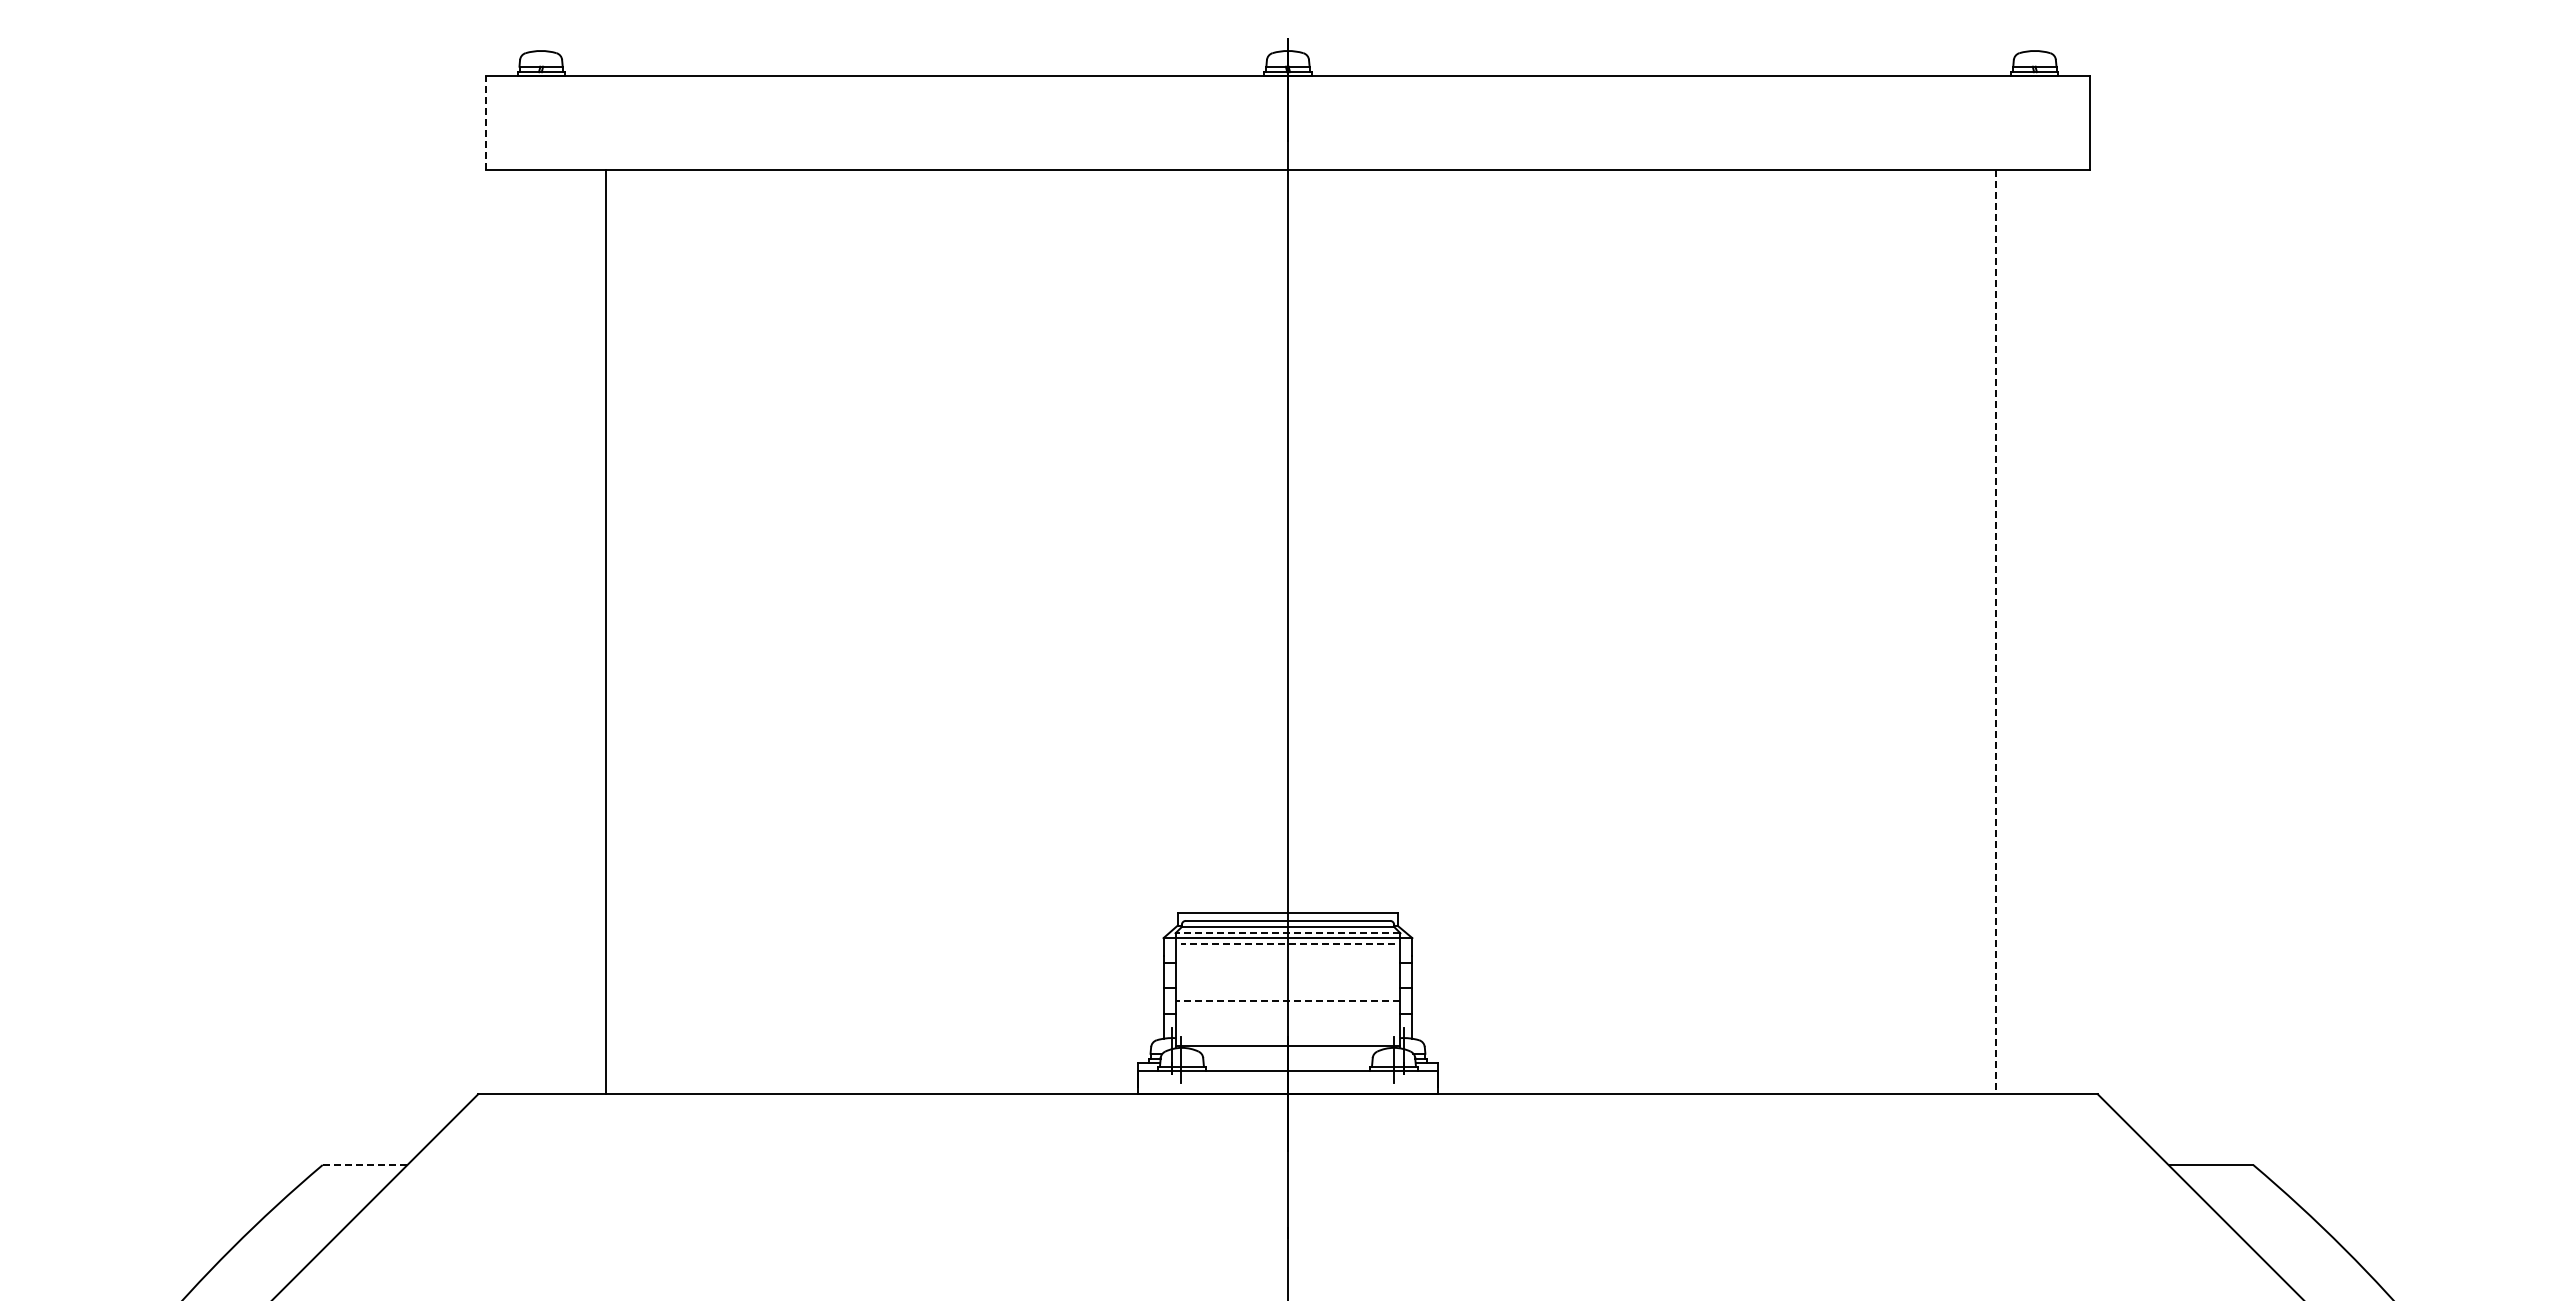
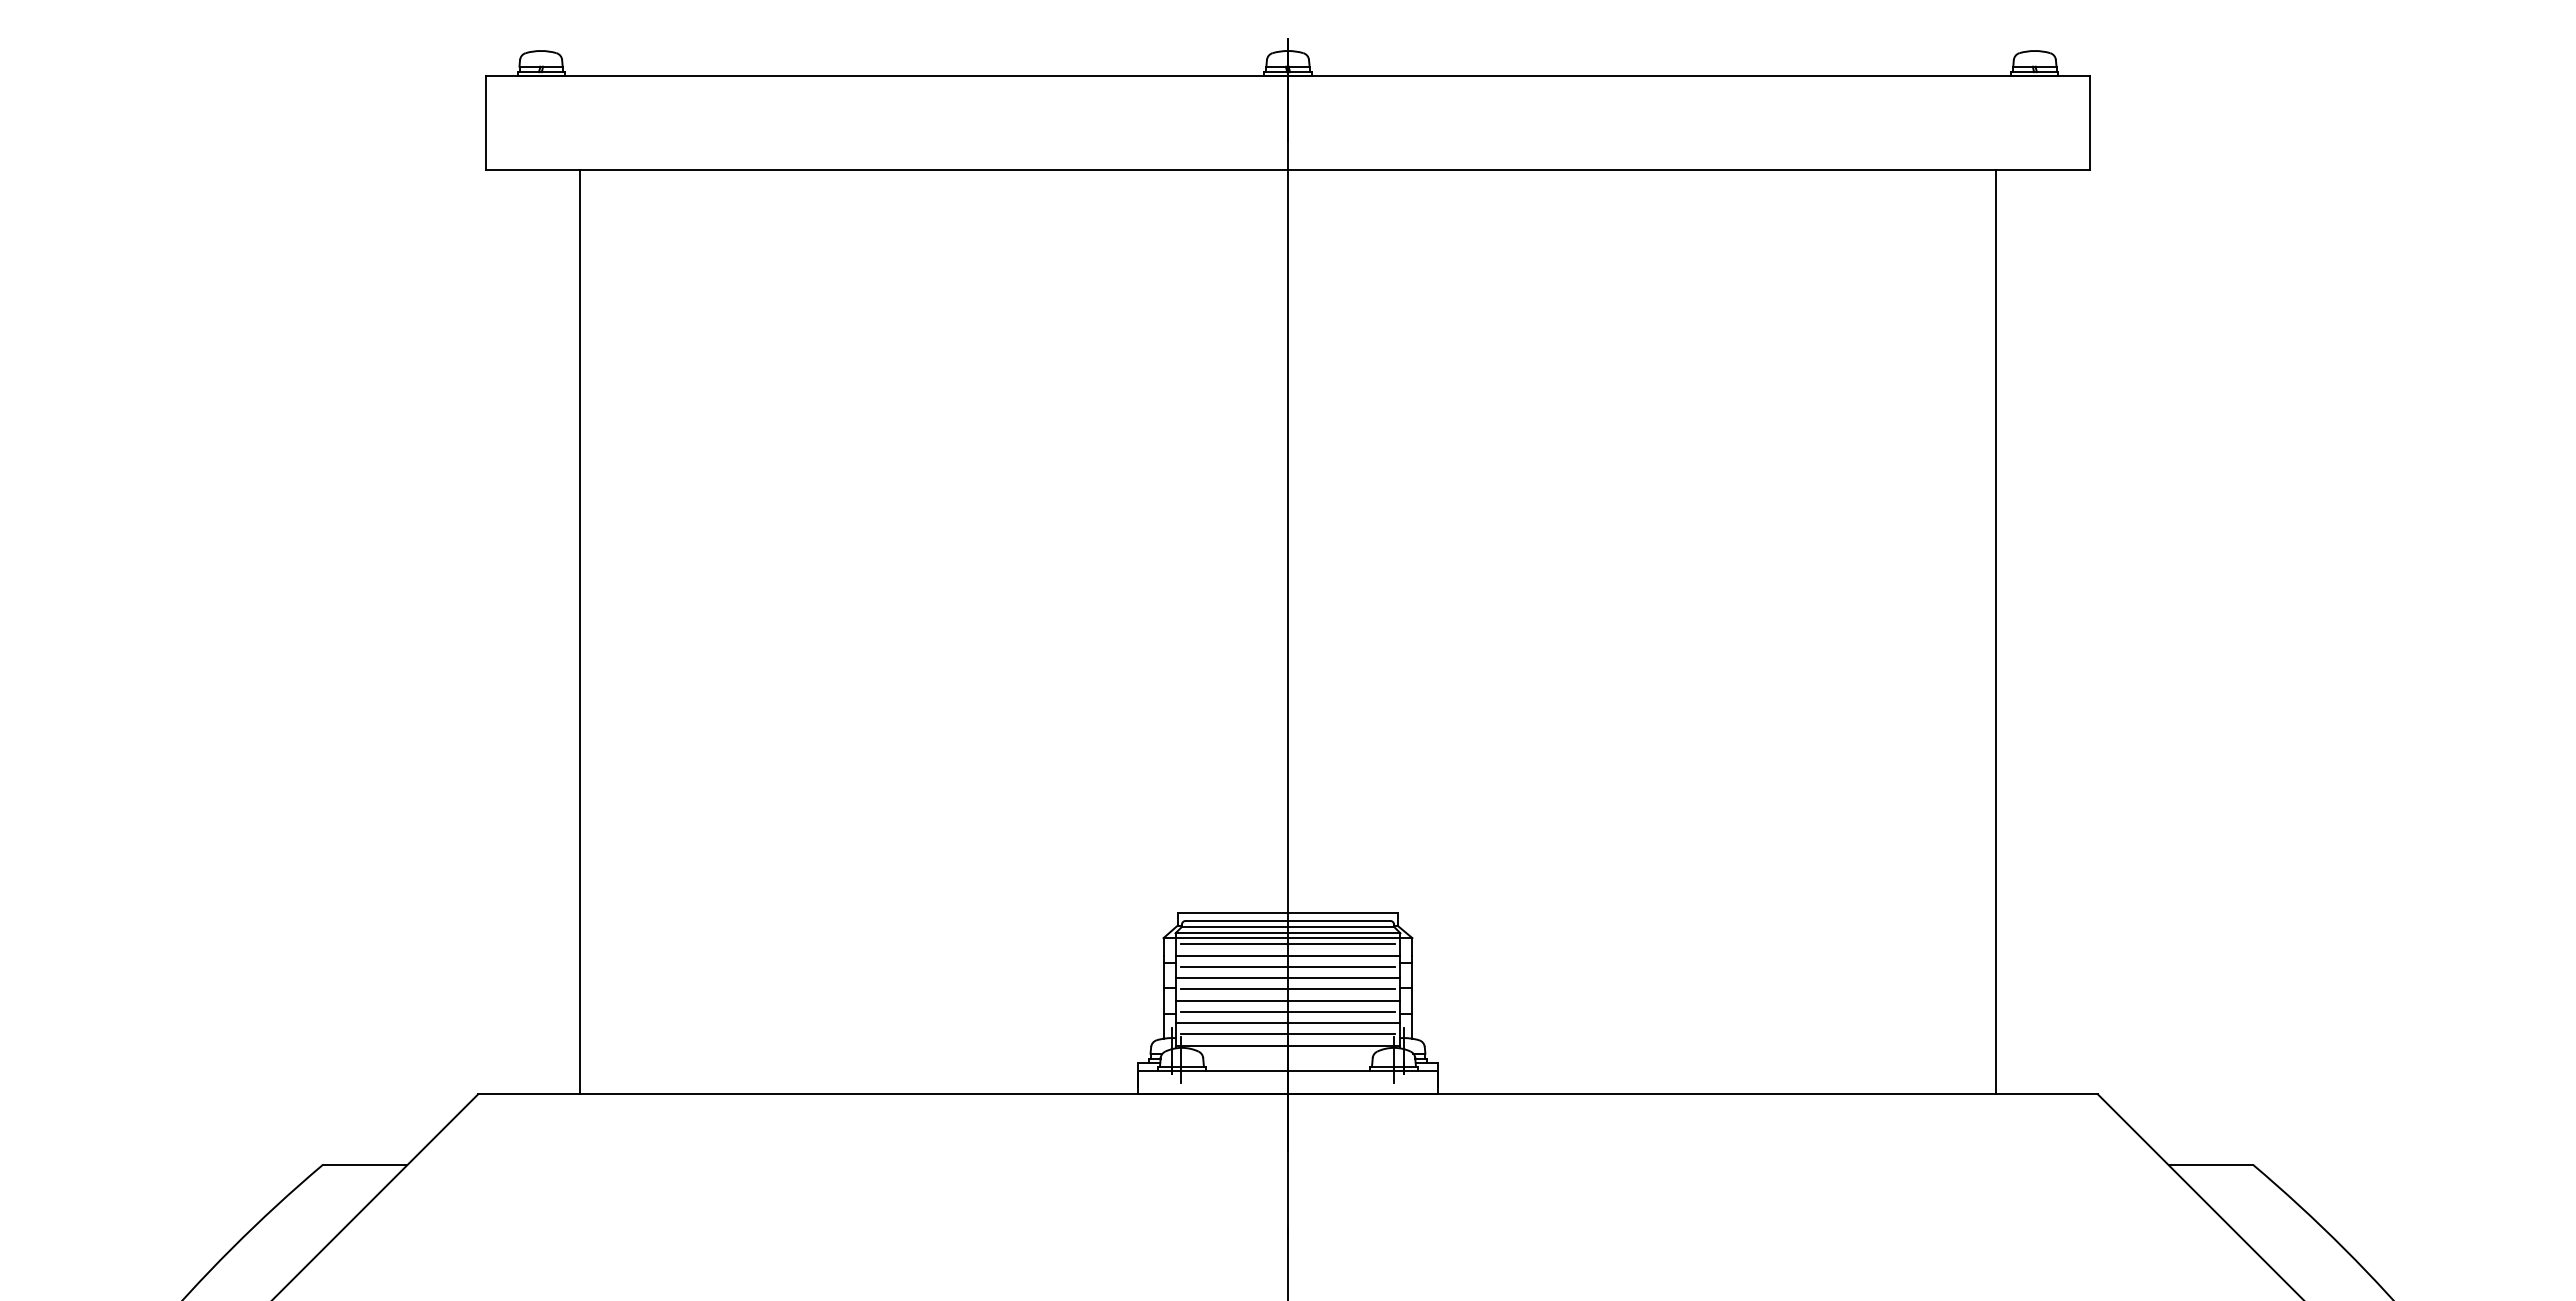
line at (486, 122): dashed -> solid
line at (606, 632) position: (606, 632) -> (580, 632)
line at (1995, 632): dashed -> solid
line at (1287, 933): dashed -> solid
line at (1287, 944): dashed -> solid
line at (1287, 955): none -> present
line at (1287, 966): none -> present
line at (1287, 978): none -> present
line at (1287, 989): none -> present
line at (1287, 1000): dashed -> solid
line at (1287, 1011): none -> present
line at (1287, 1023): none -> present
line at (1287, 1034): none -> present
line at (365, 1165): dashed -> solid
